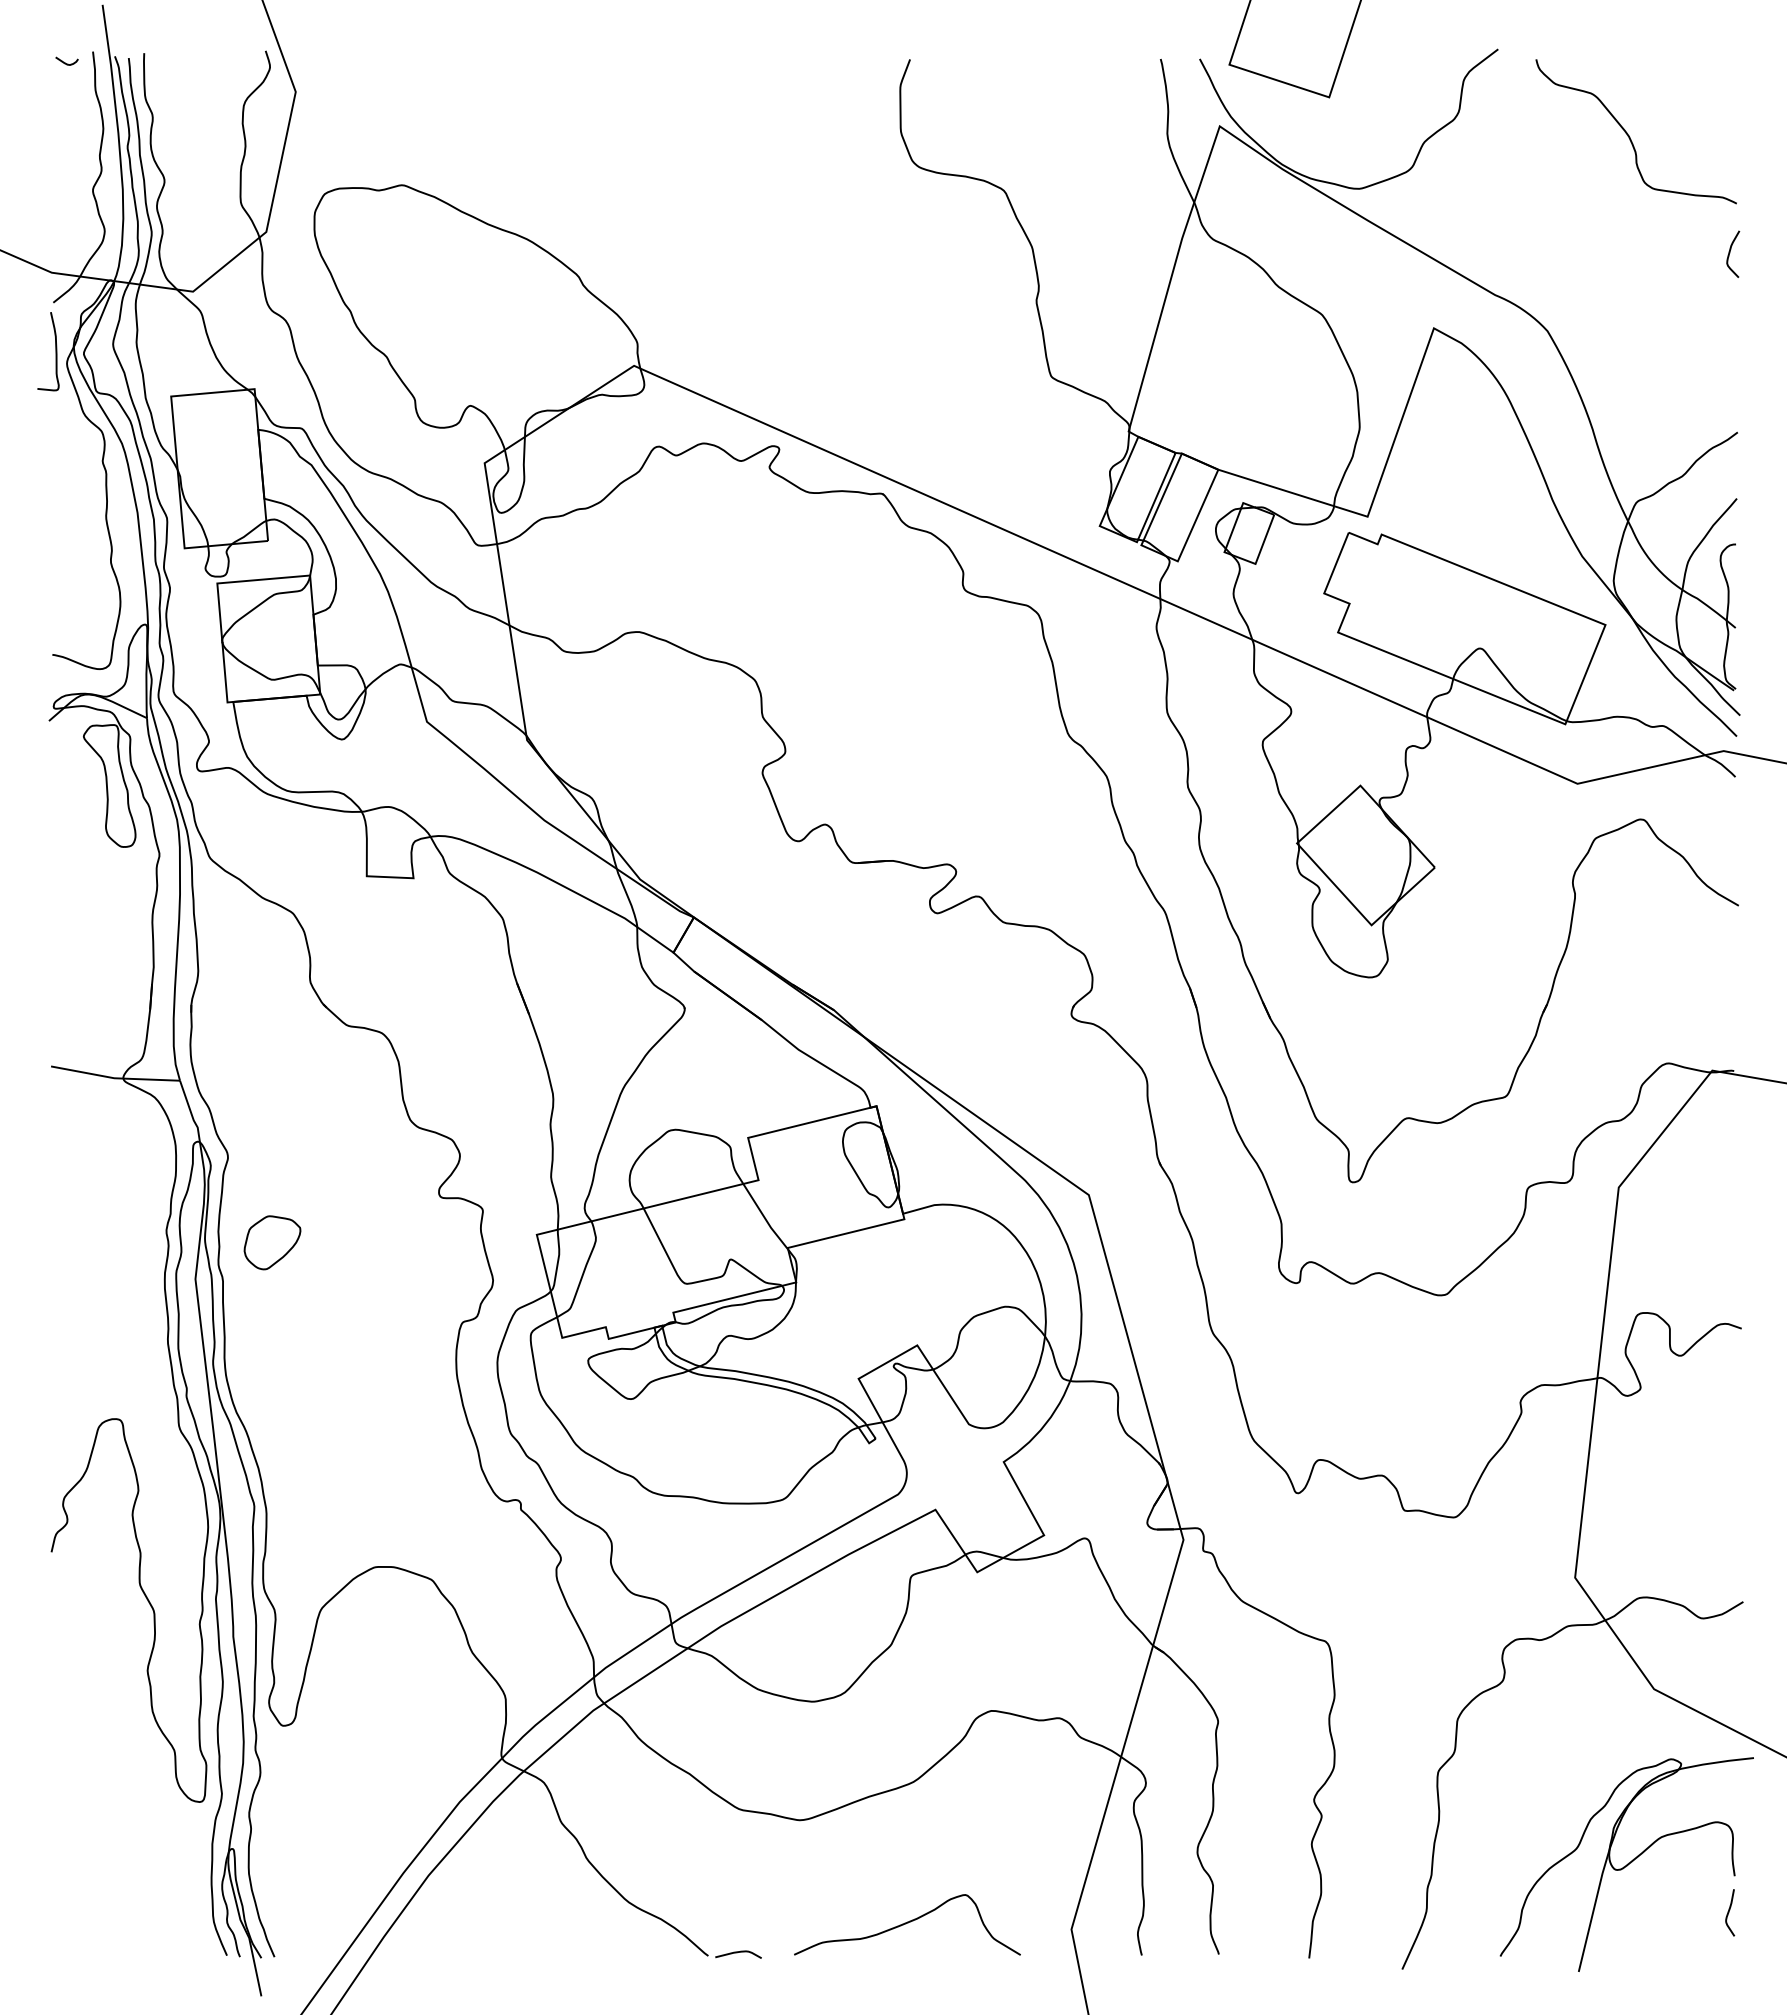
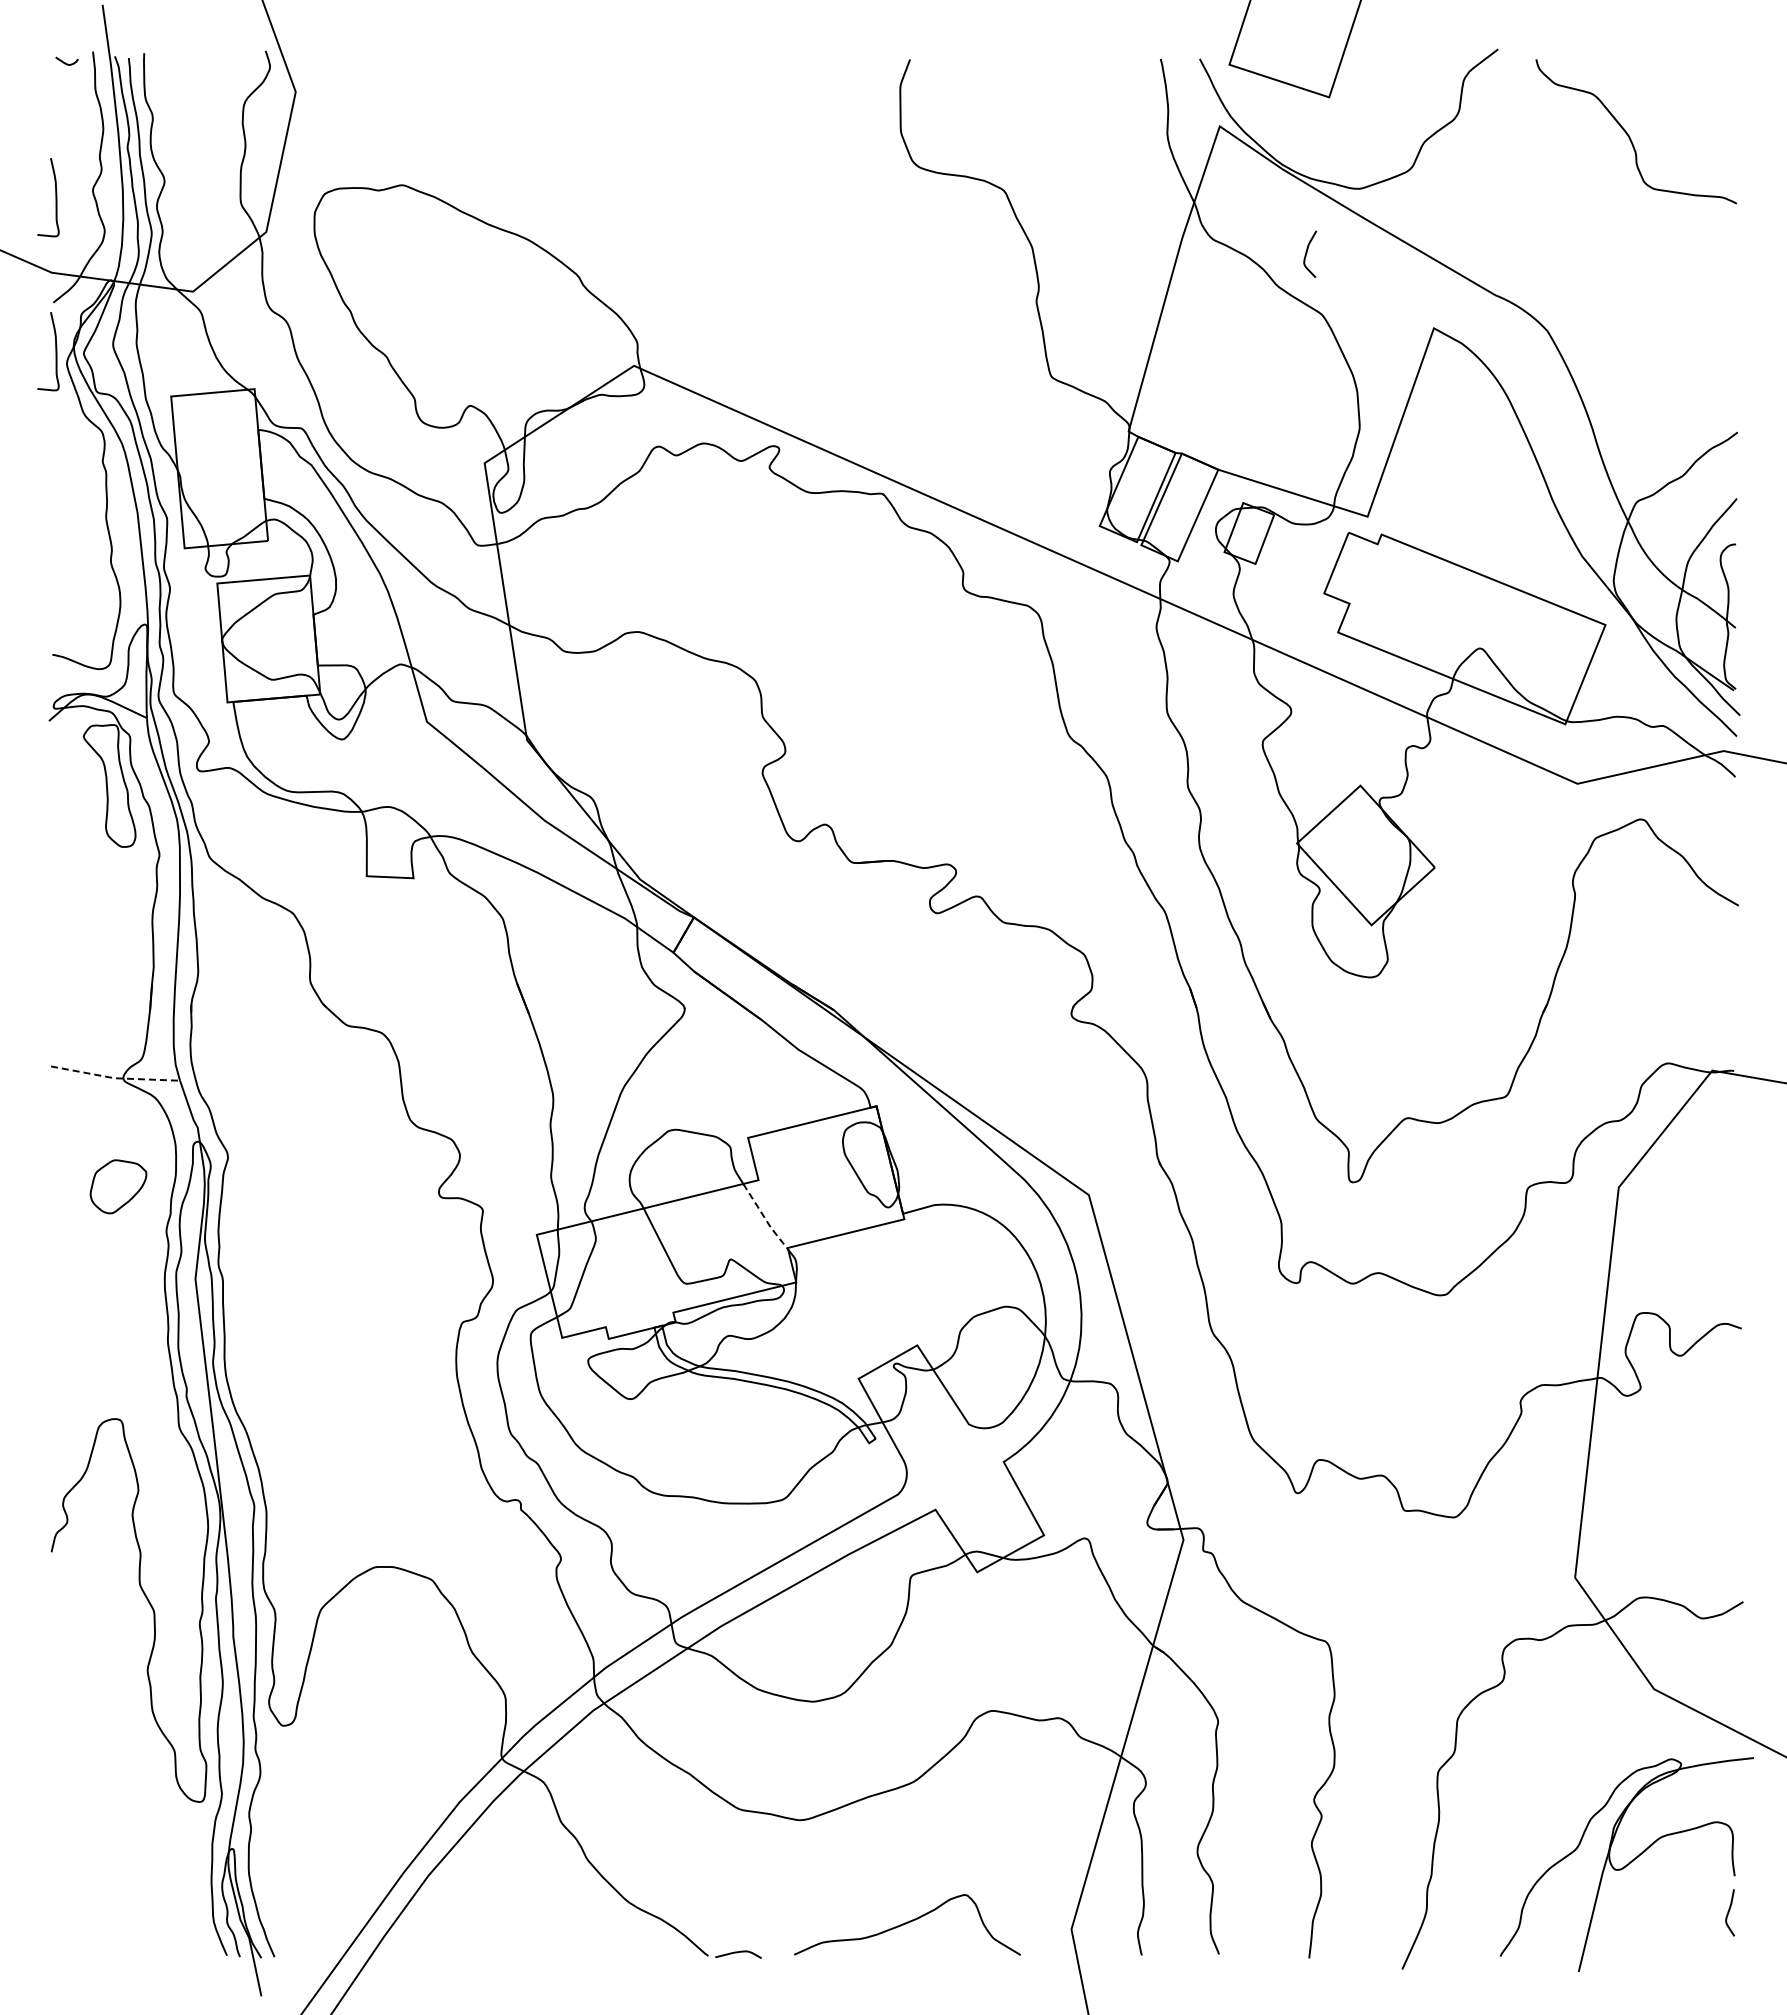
curve at (55, 197): none -> present
curve at (1730, 253) position: (1730, 253) -> (1307, 253)
line at (114, 1078): solid -> dashed
line at (765, 1218): solid -> dashed
part at (272, 1242) position: (272, 1242) -> (118, 1186)
